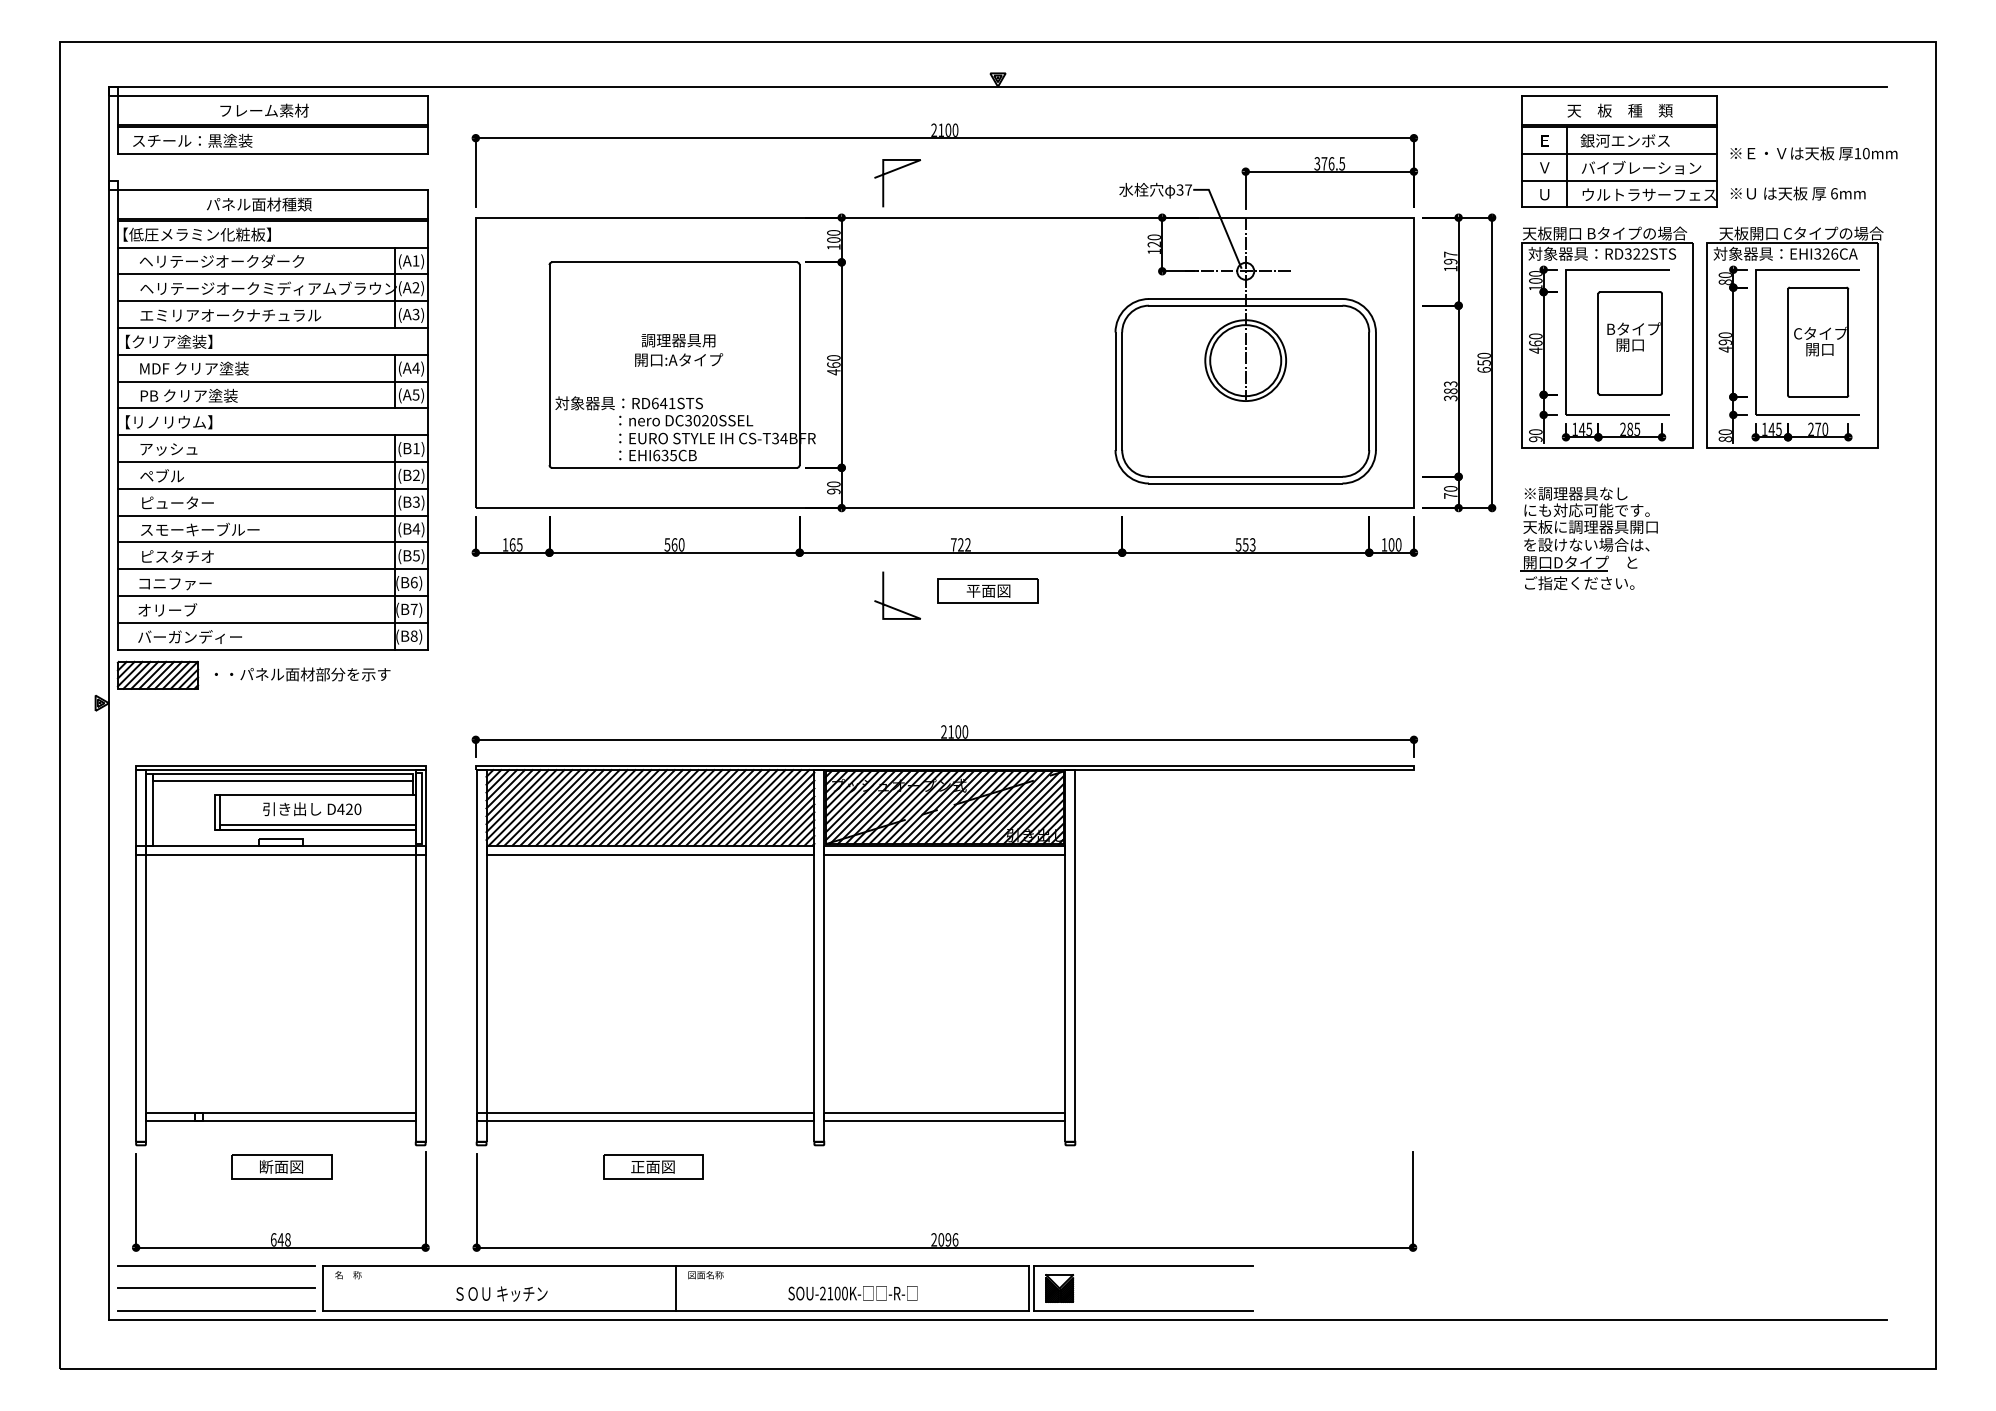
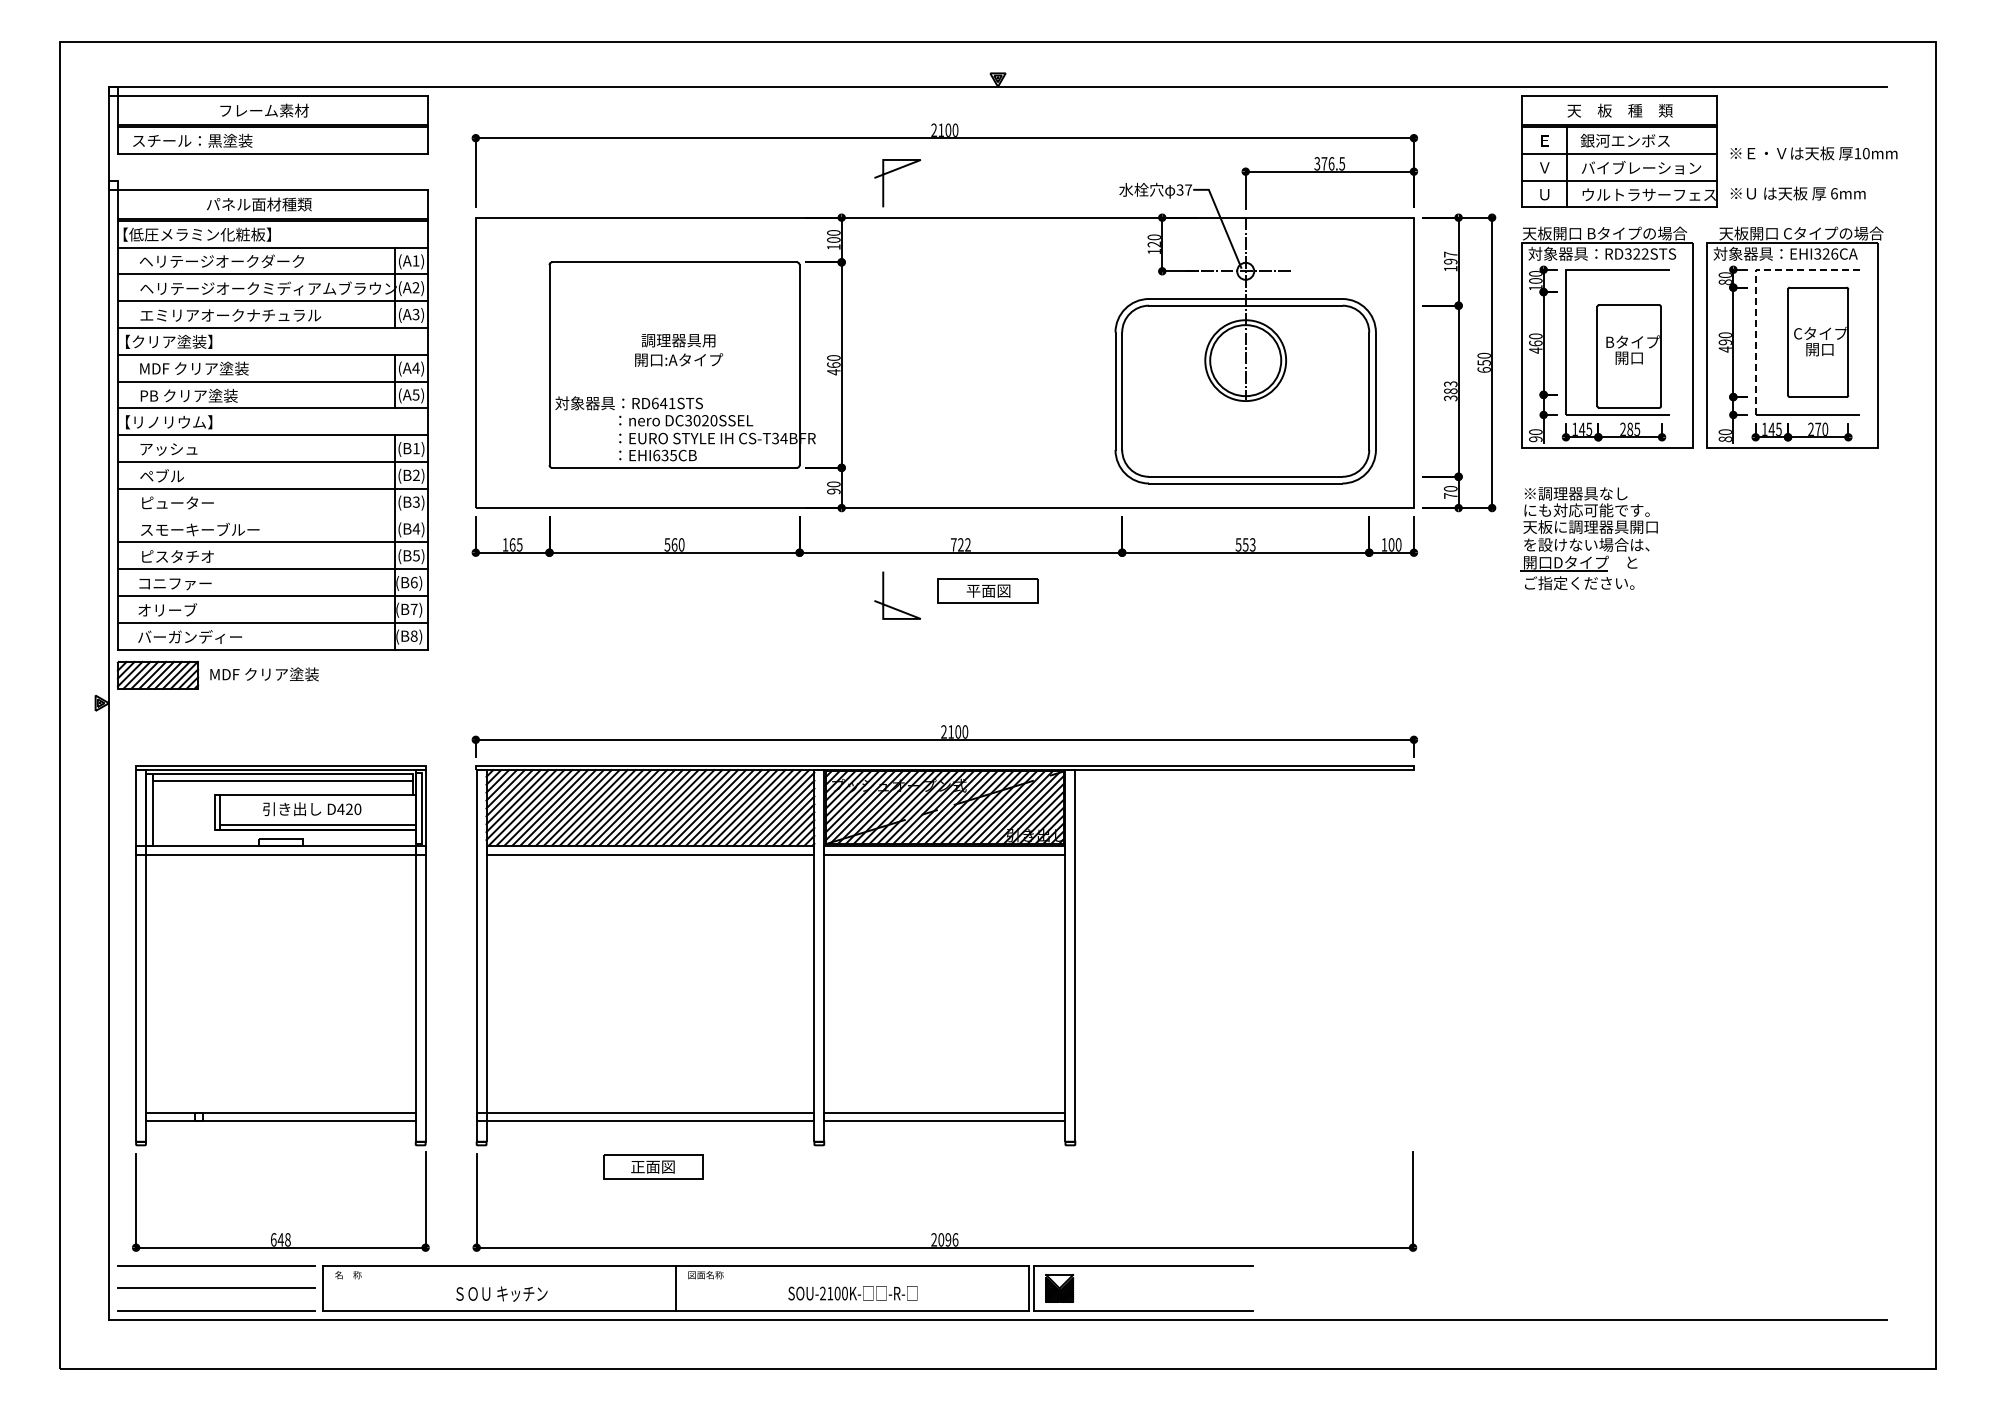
line at (1755, 289): solid -> dashed
part at (1629, 343) position: (1629, 343) -> (1628, 356)
line at (272, 515): present -> none
text at (300, 674): ・・パネル面材部分を示す -> MDF クリア塗装
part at (281, 1166): present -> none
